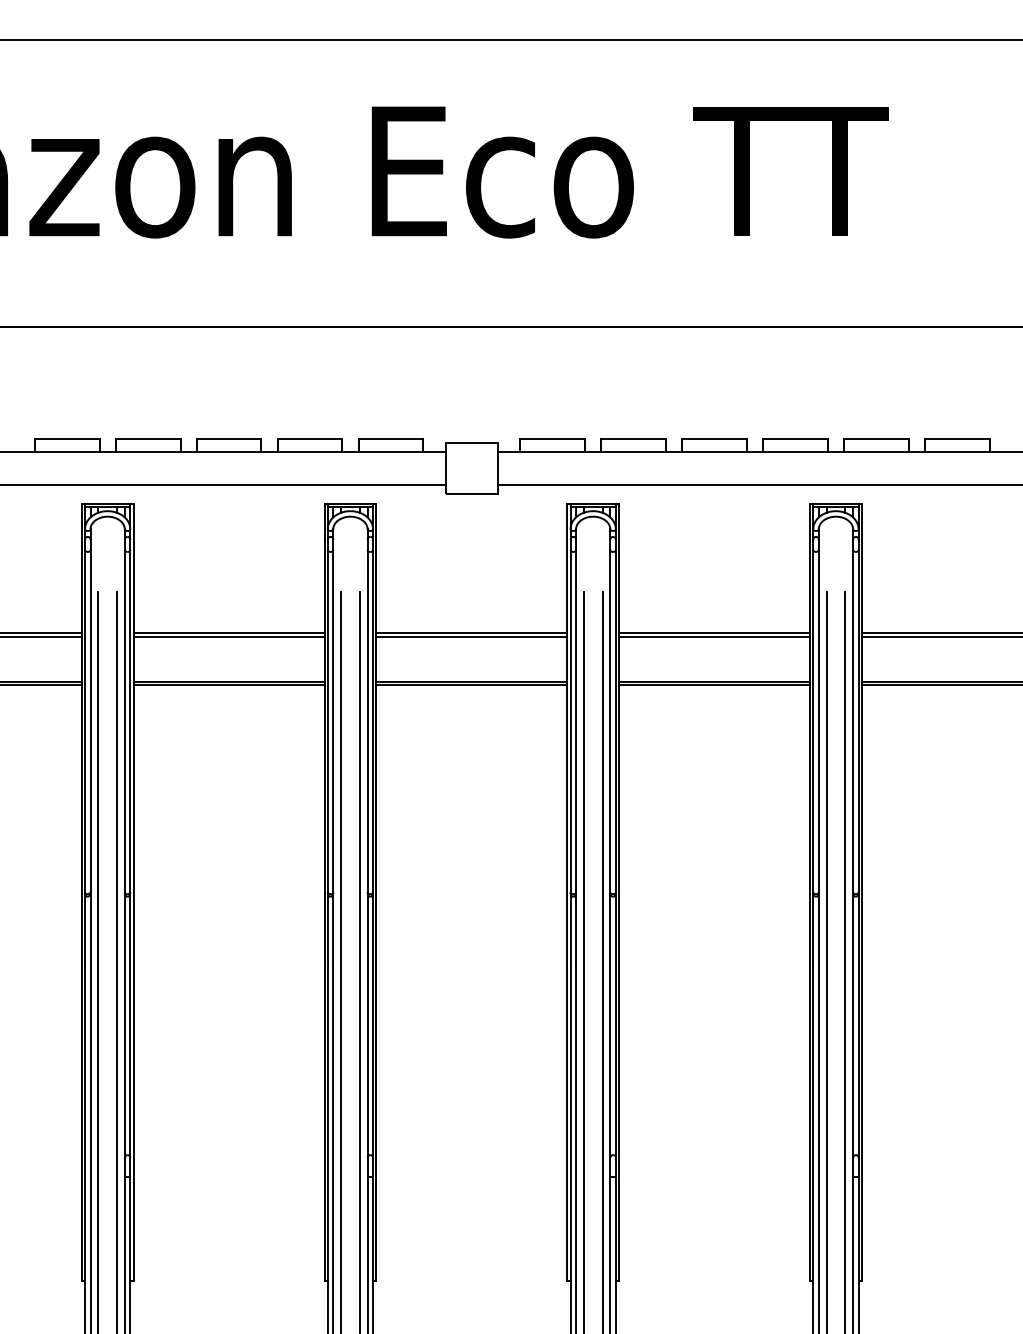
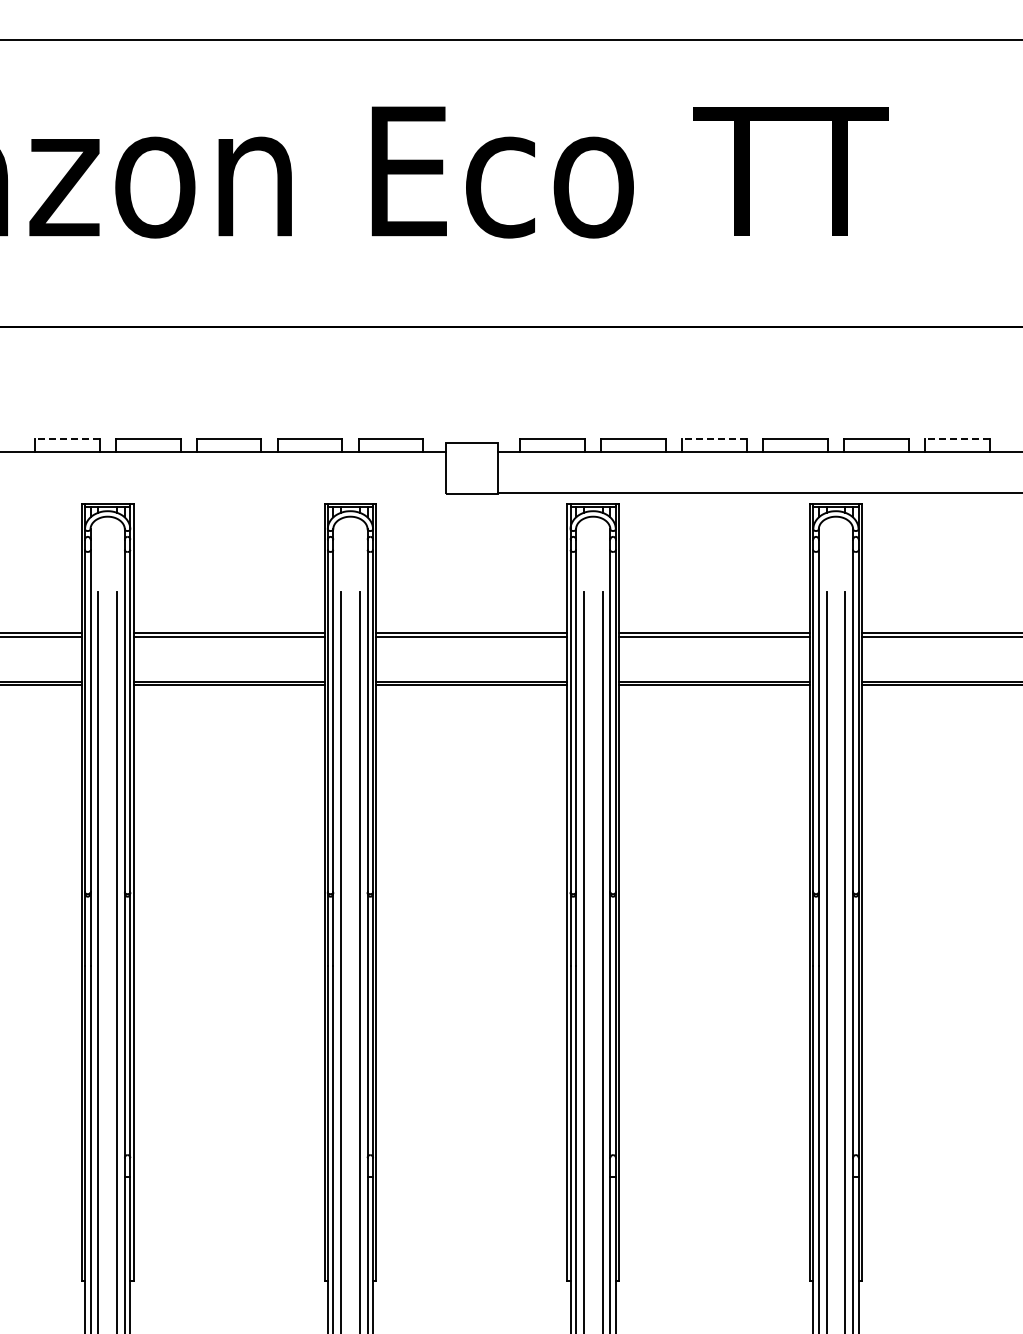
line at (66, 439): solid -> dashed
line at (714, 439): solid -> dashed
line at (956, 439): solid -> dashed
line at (223, 484): present -> none
line at (758, 484) position: (758, 484) -> (758, 492)
